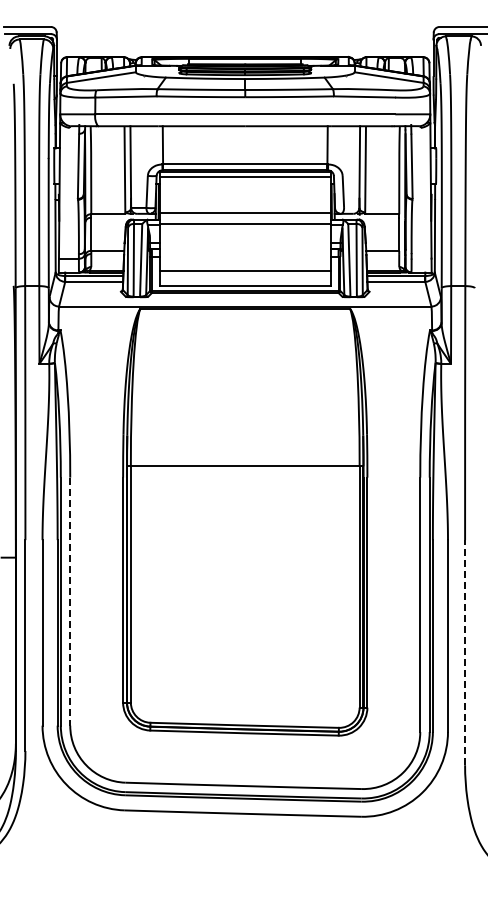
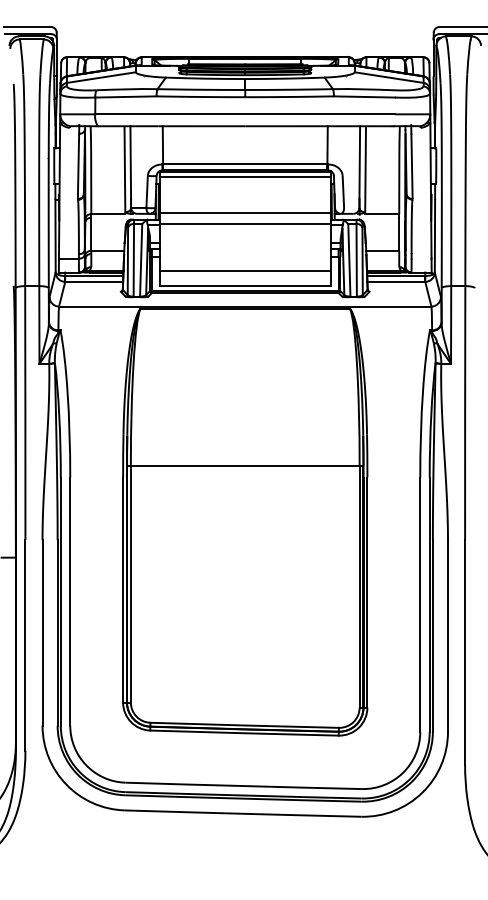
line at (70, 601): dashed -> solid
line at (465, 652): dashed -> solid
